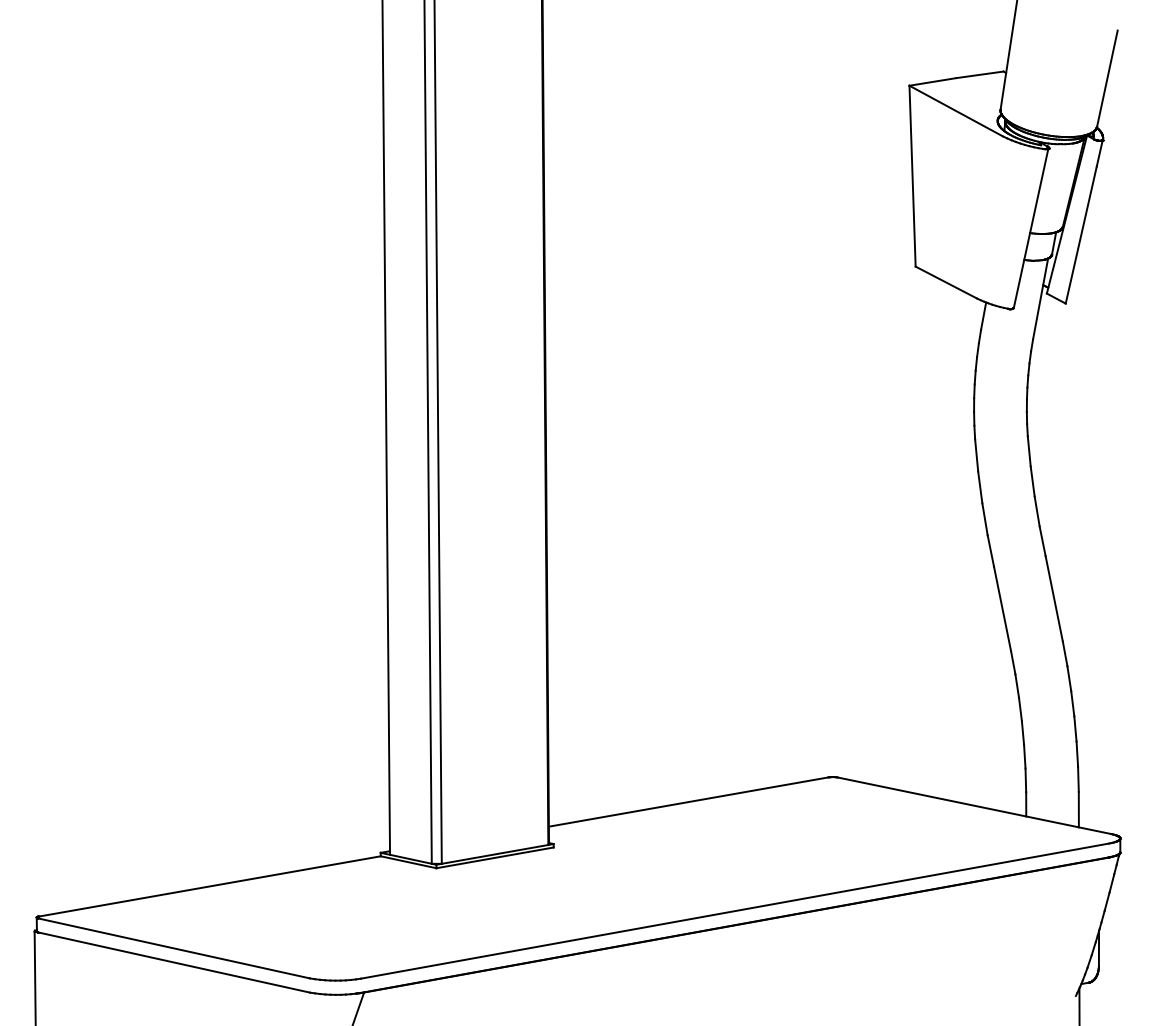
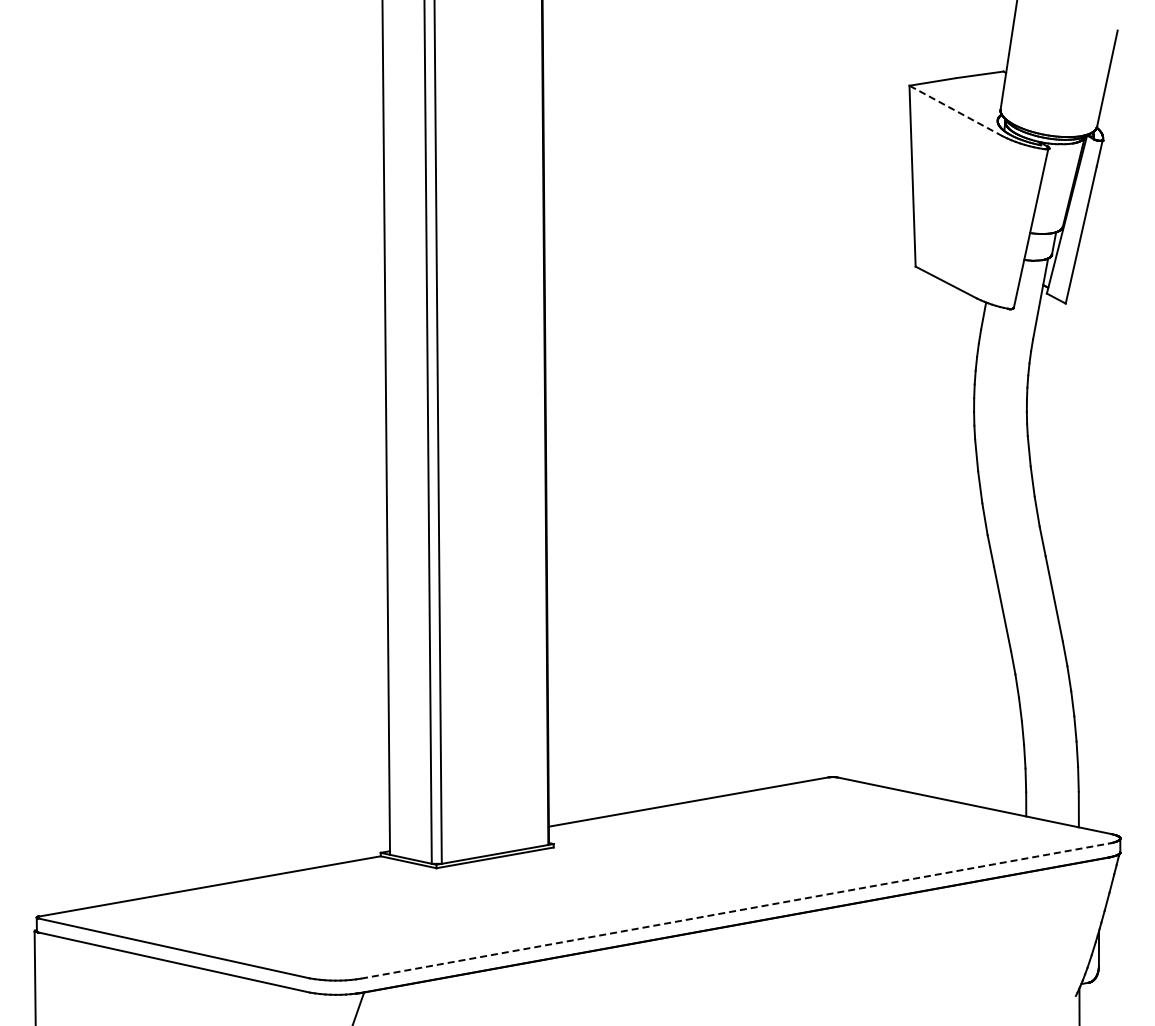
line at (955, 110): solid -> dashed
line at (735, 911): solid -> dashed
